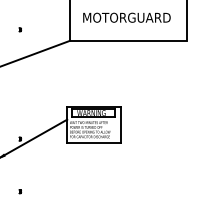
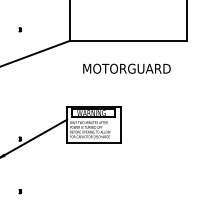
text at (126, 17) position: (126, 17) -> (126, 68)
